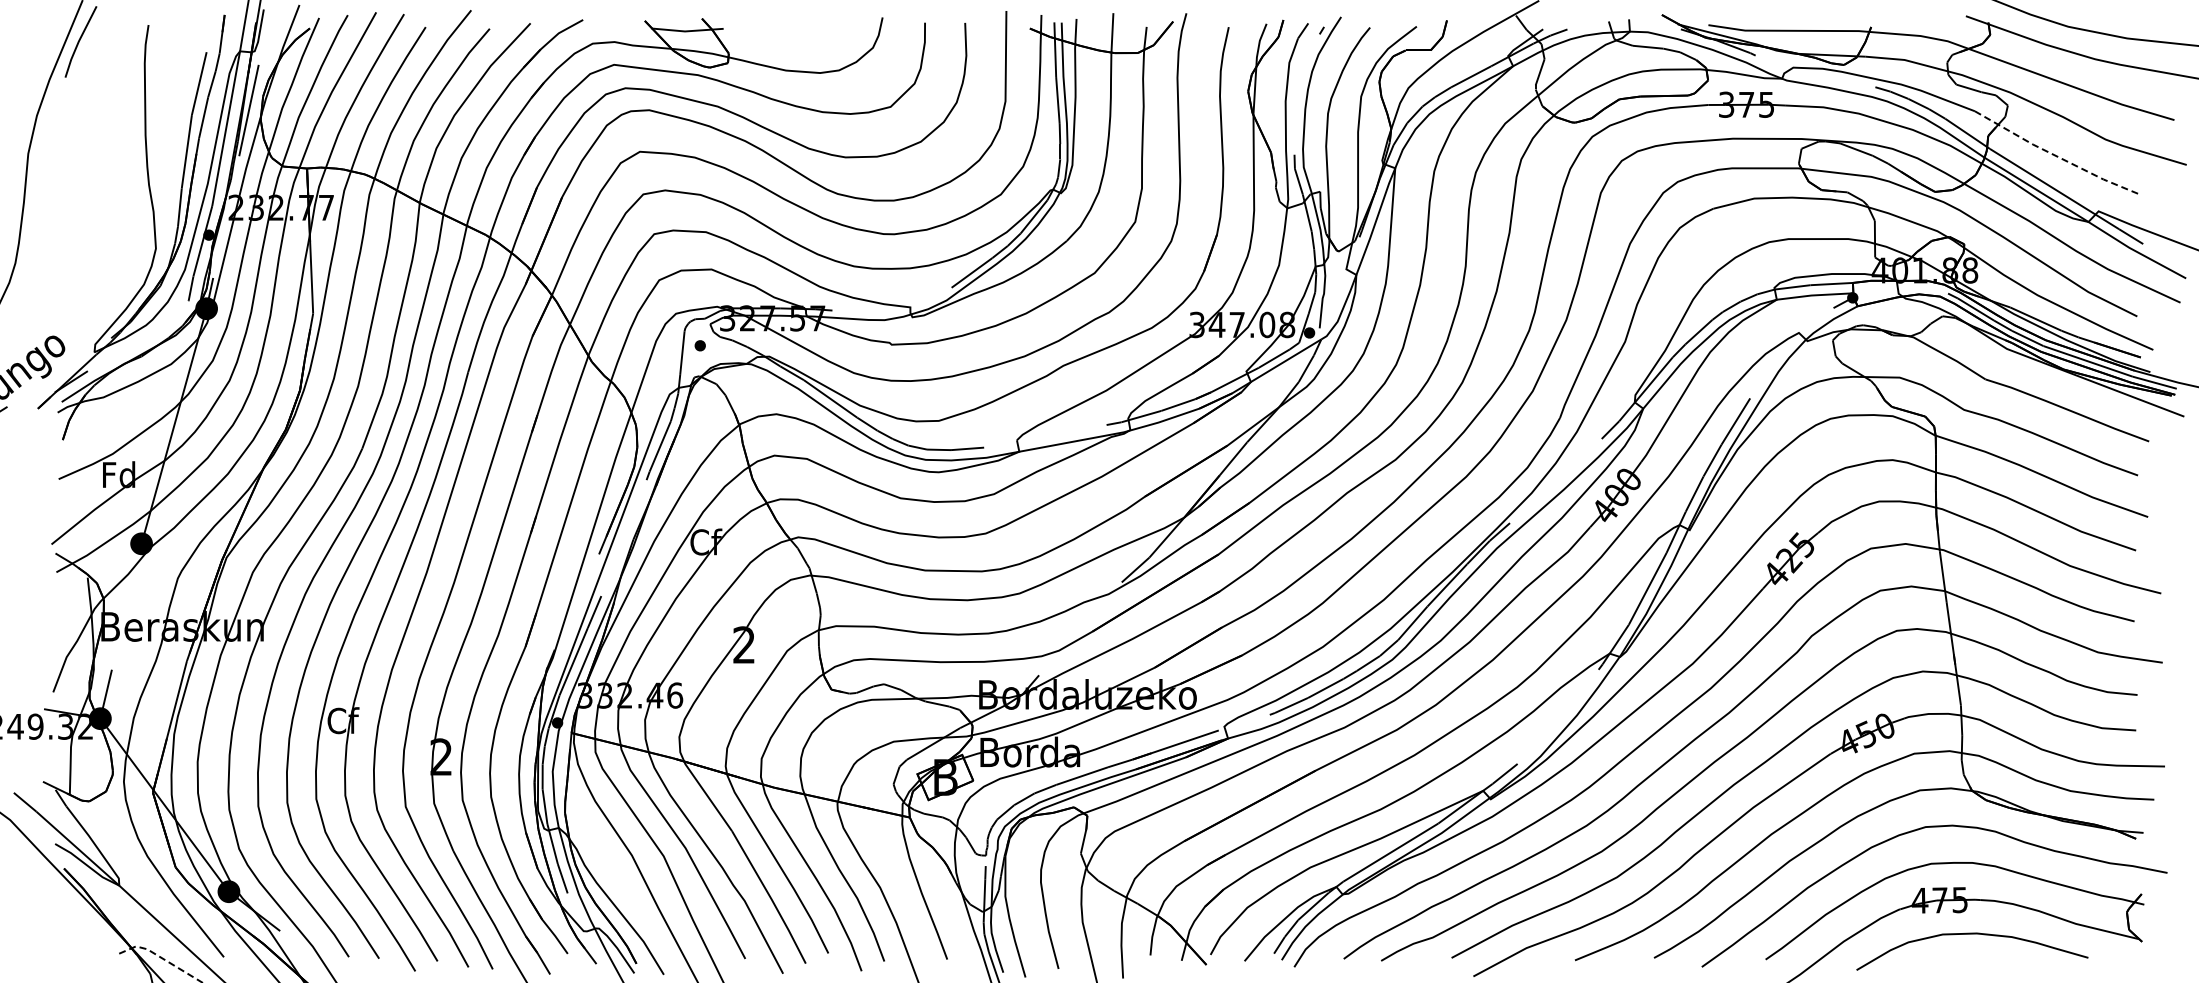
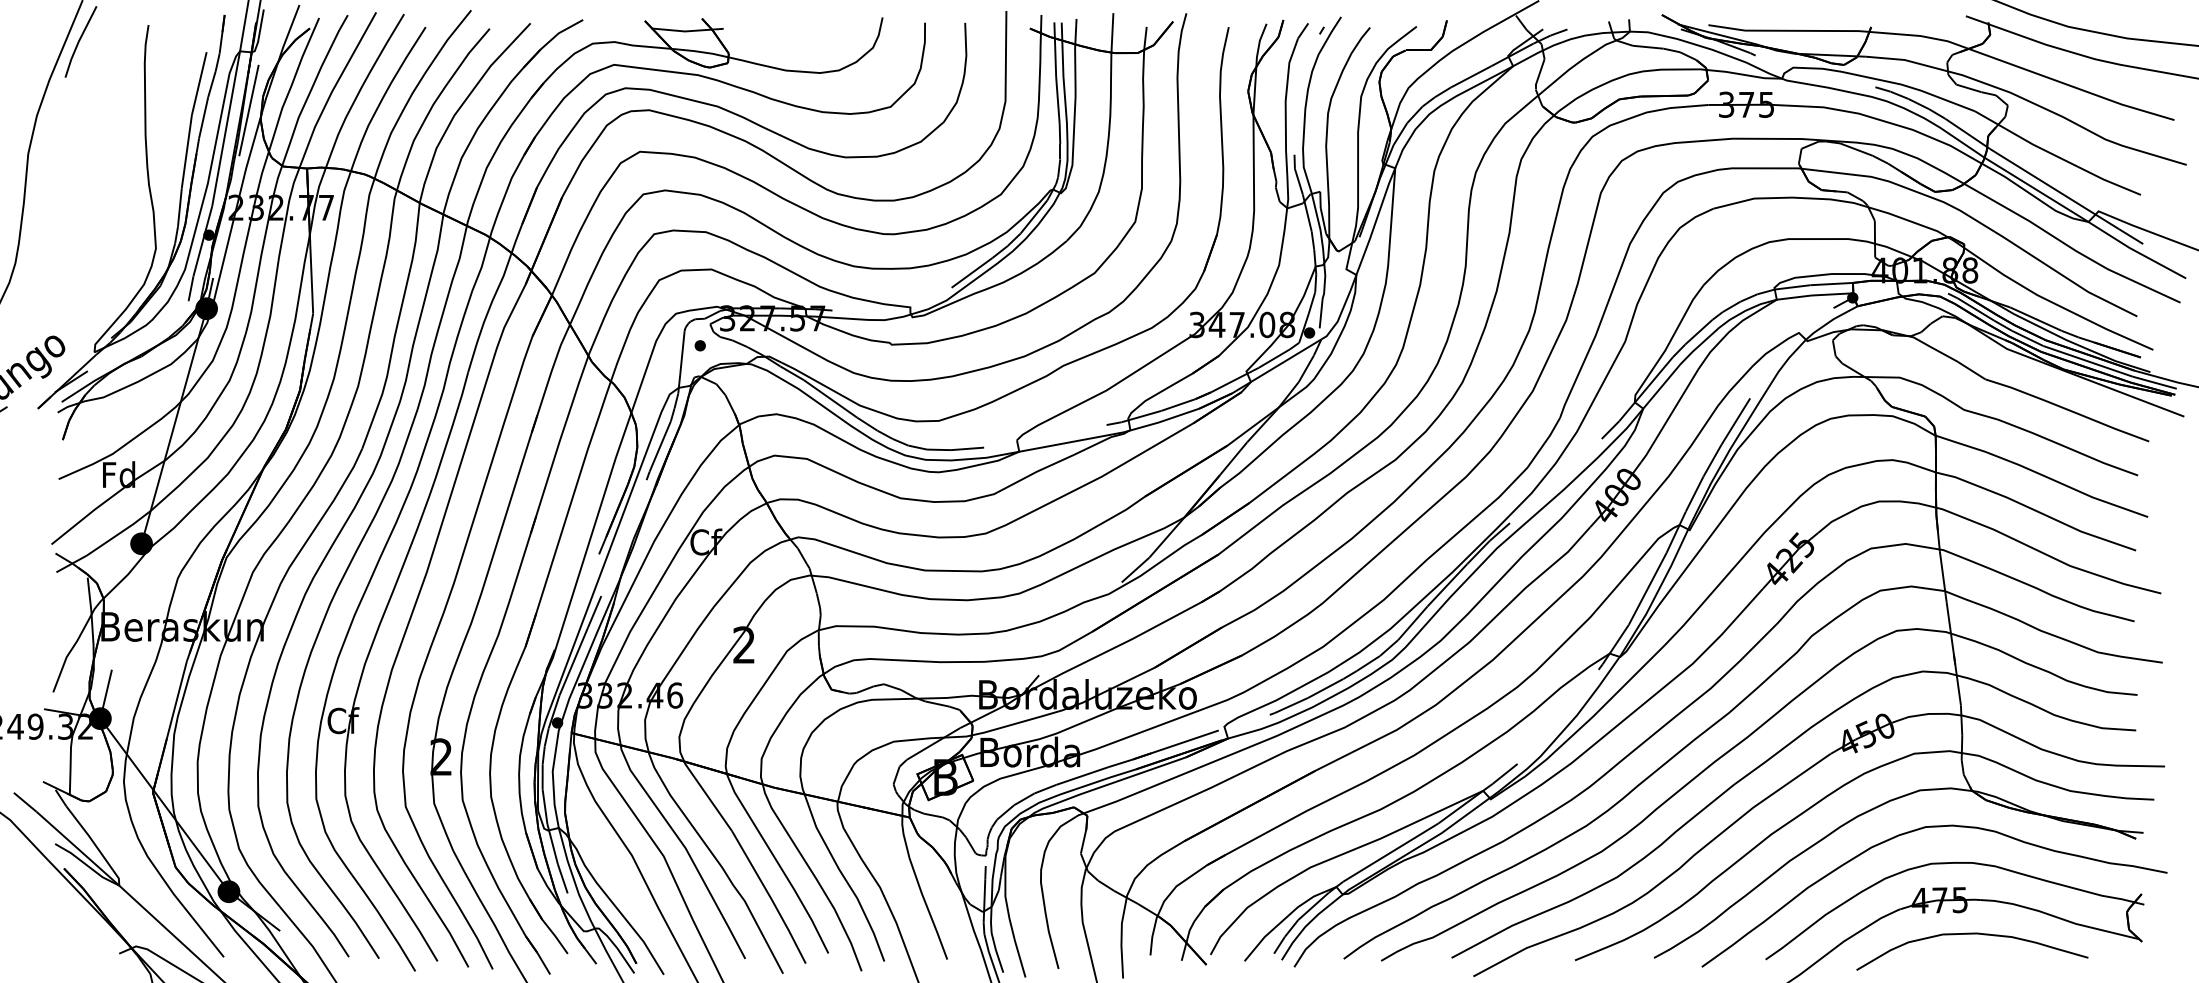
line at (2056, 156): dashed -> solid
line at (160, 957): dashed -> solid
